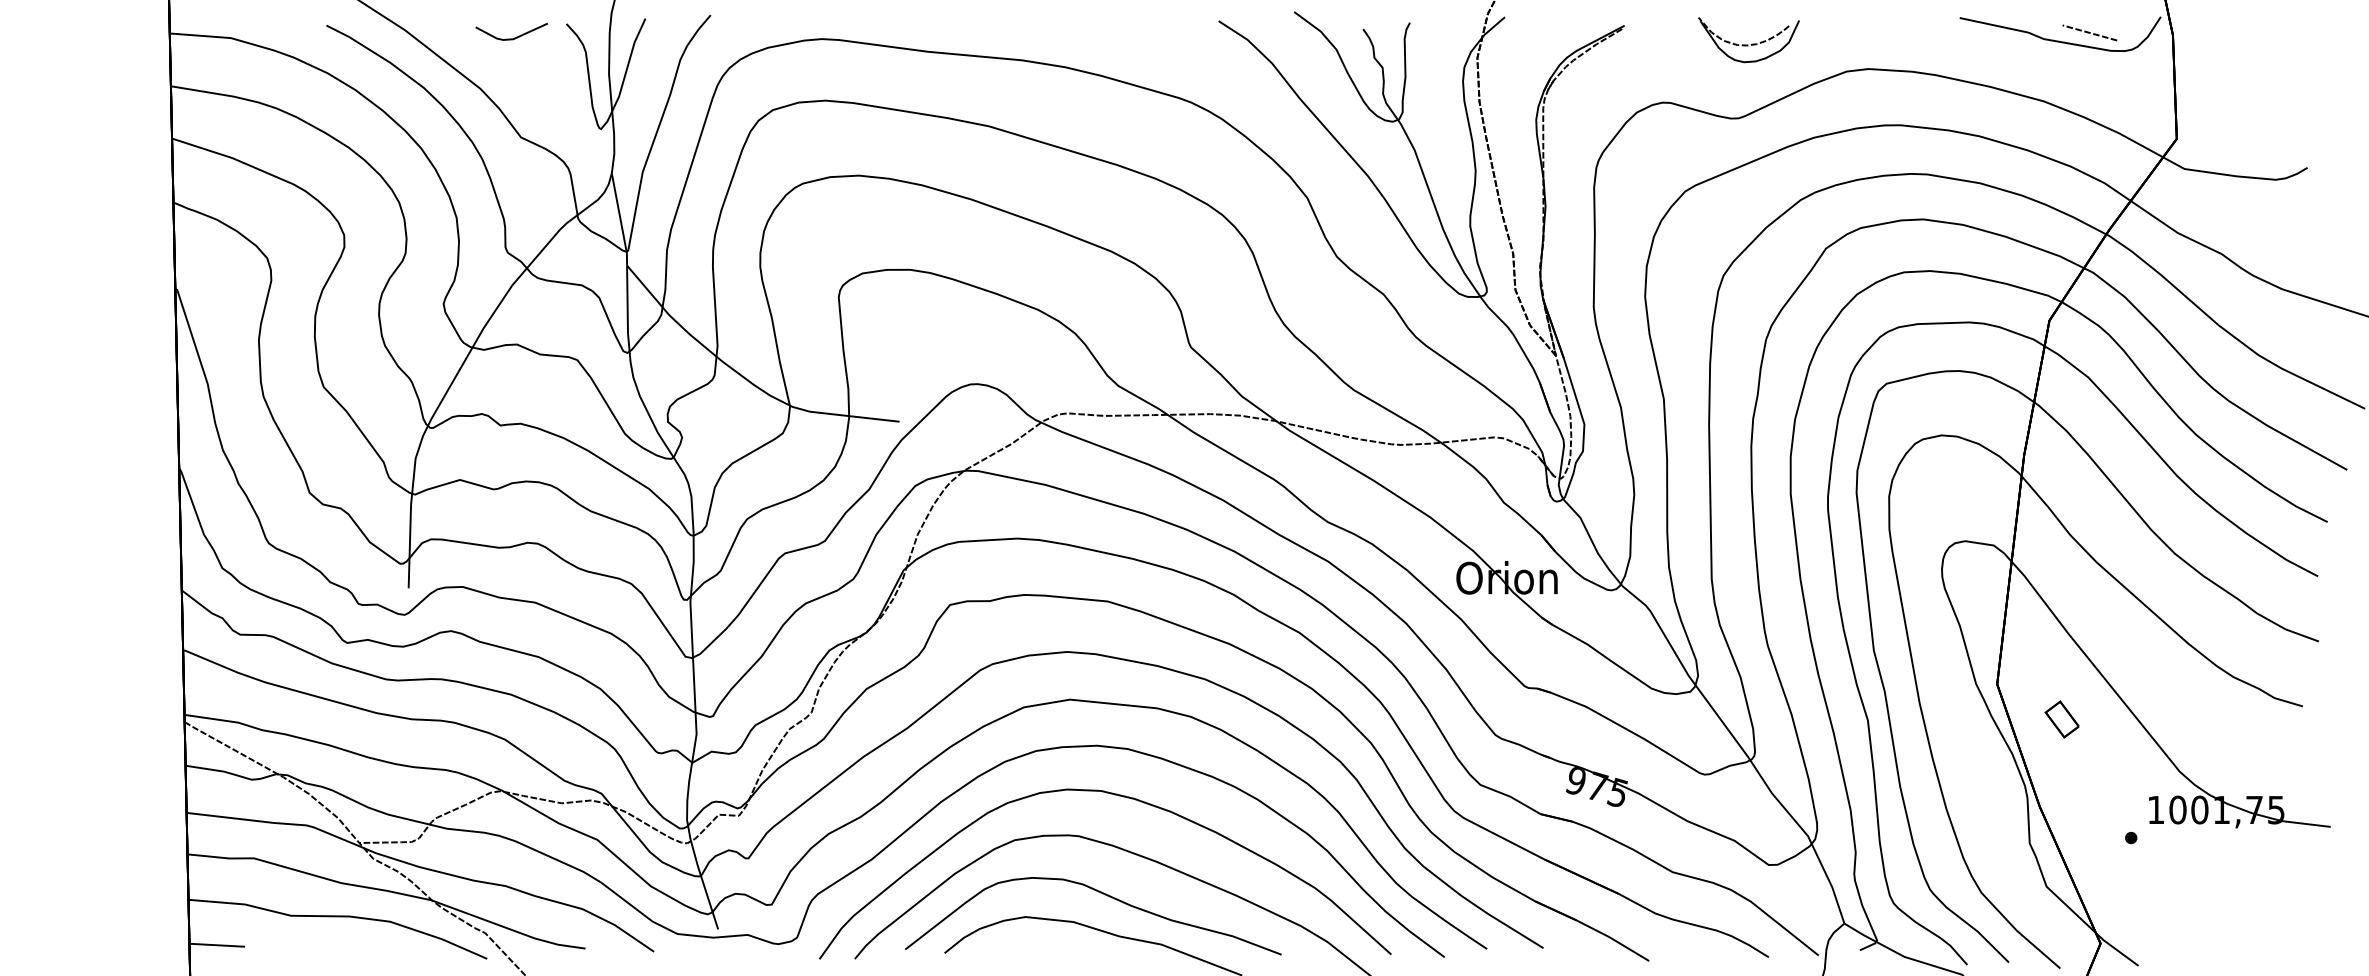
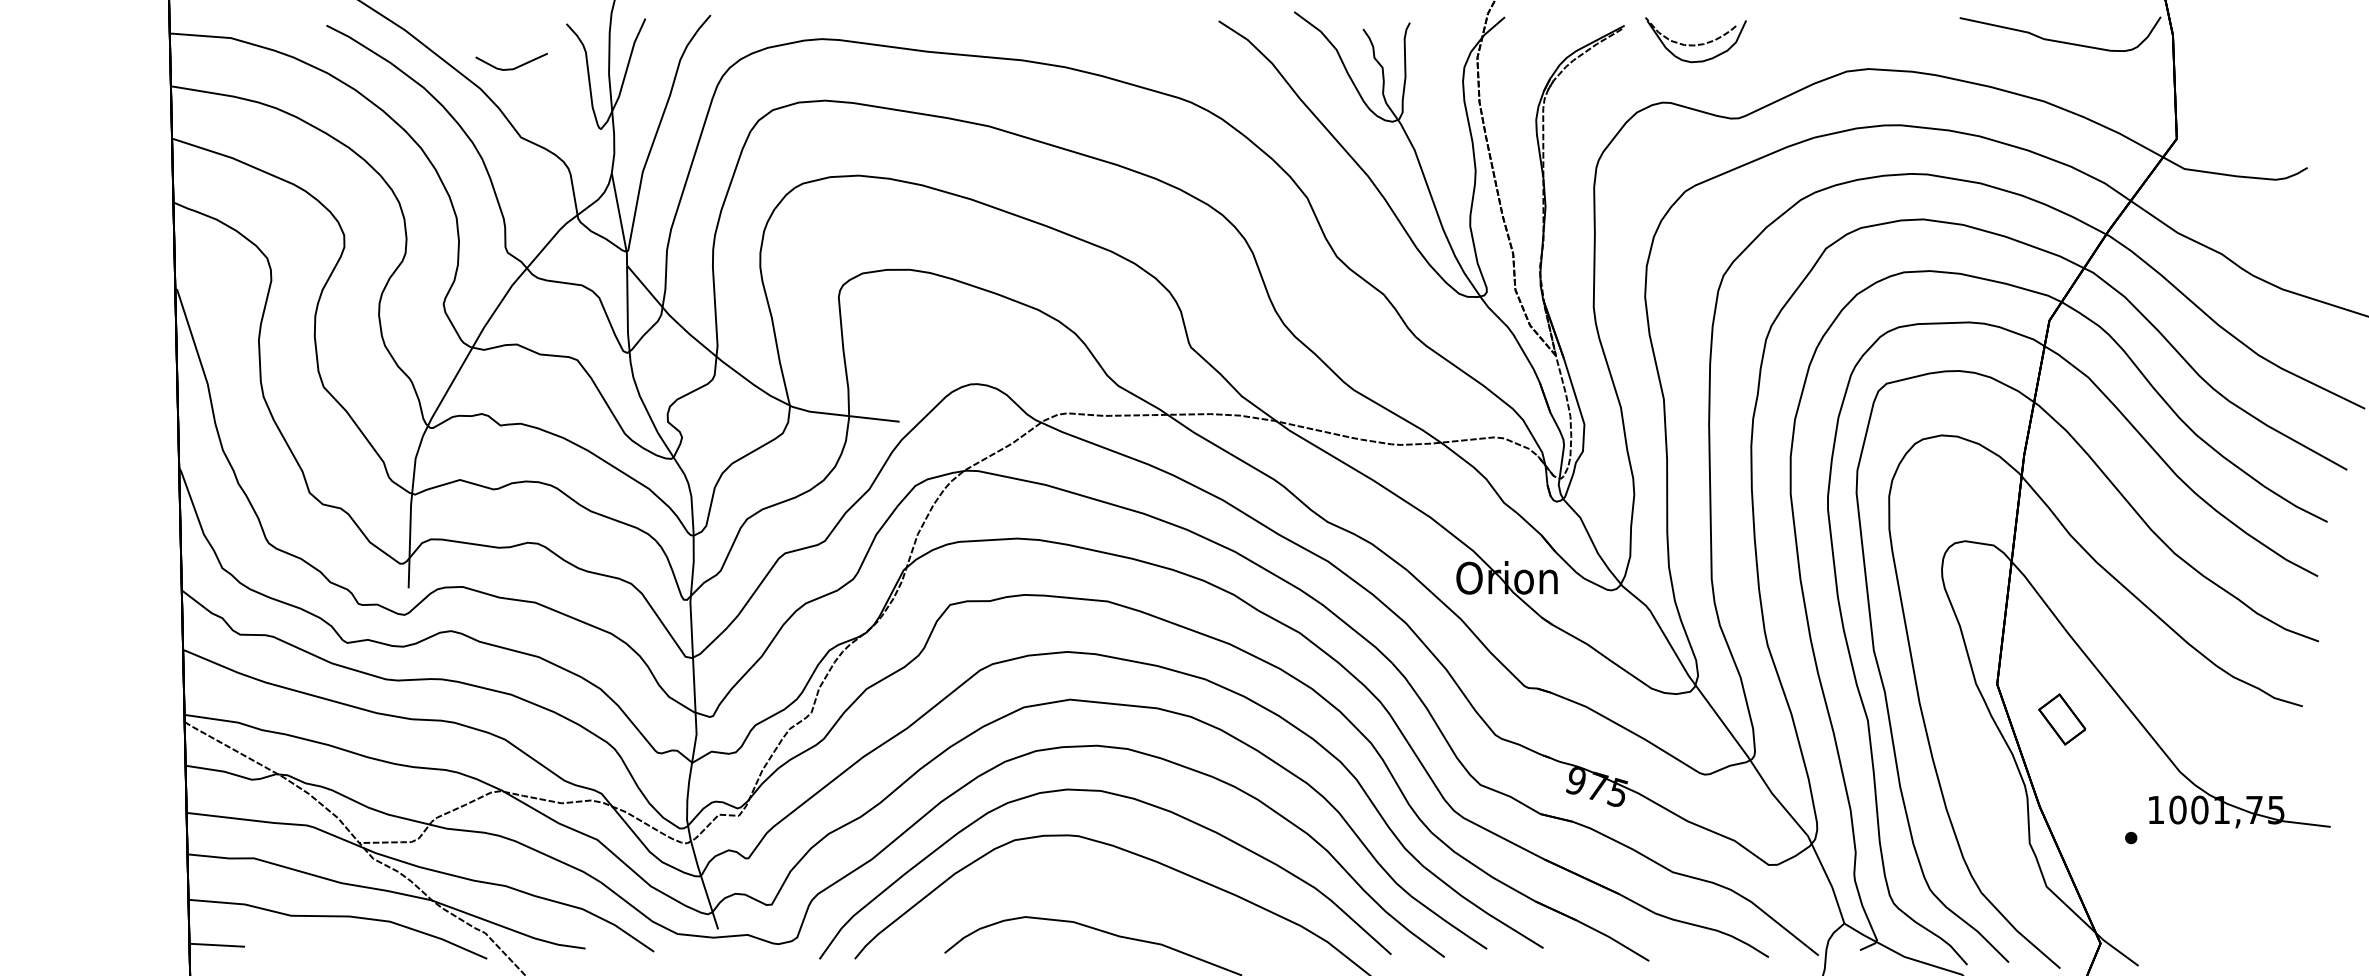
line at (2089, 32): present -> none
line at (514, 37) position: (514, 37) -> (514, 67)
part at (1748, 40) position: (1748, 40) -> (1695, 40)
part at (2061, 719) size: 36x39 px -> 49x53 px
curve at (1102, 894): present -> none
